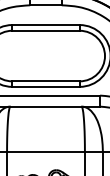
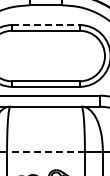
line at (45, 25): solid -> dashed
line at (45, 151): solid -> dashed
